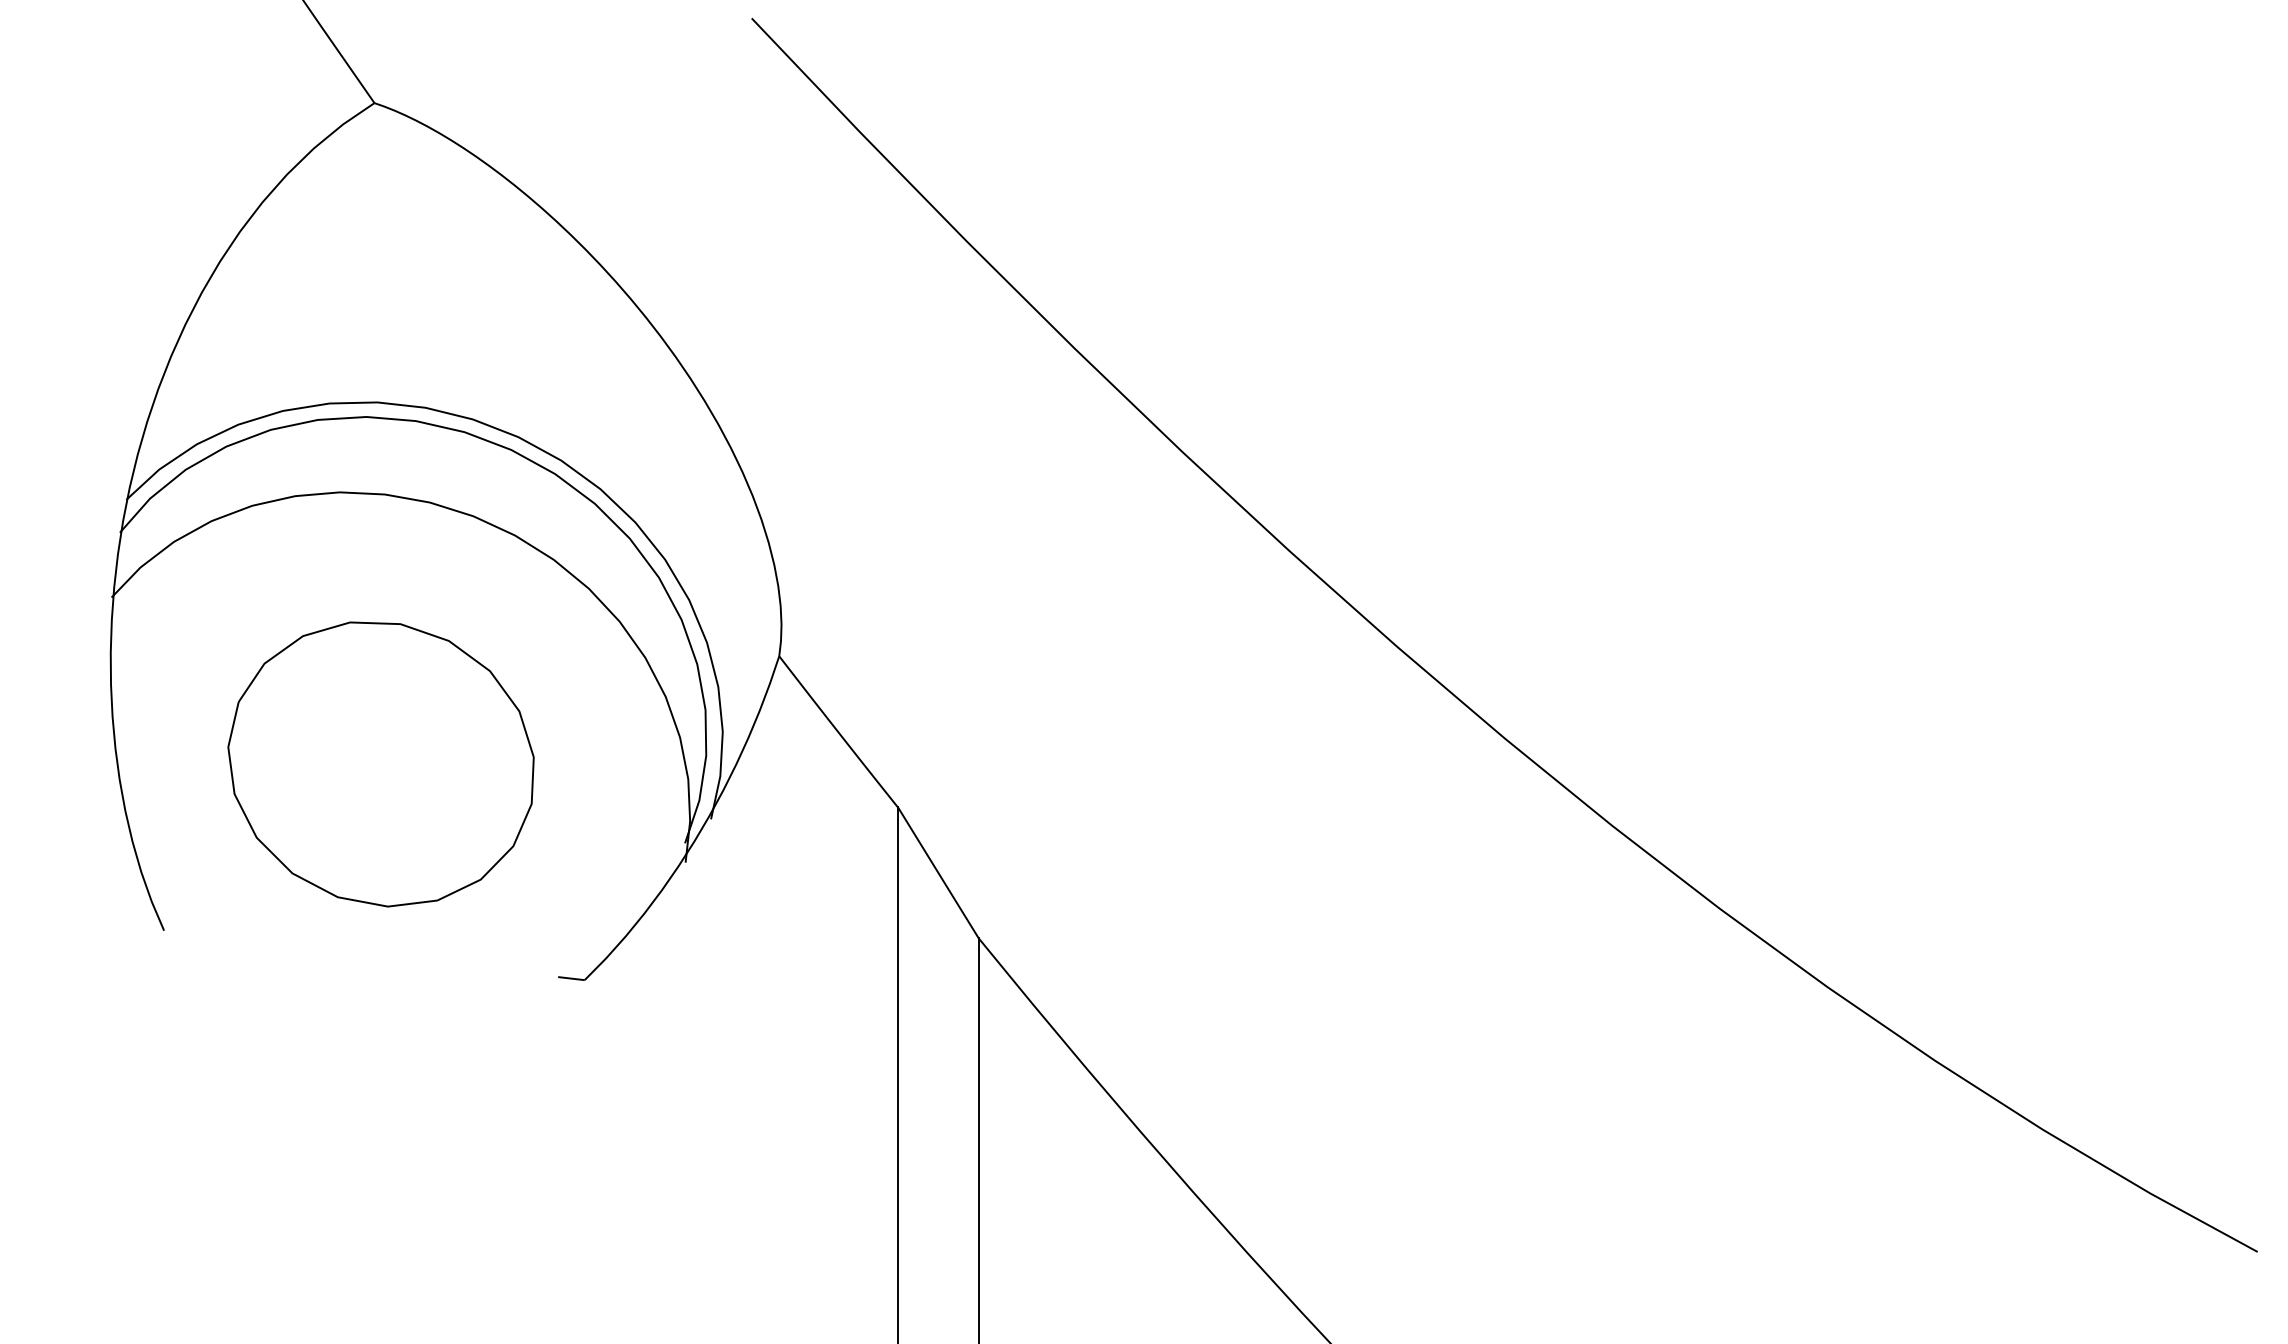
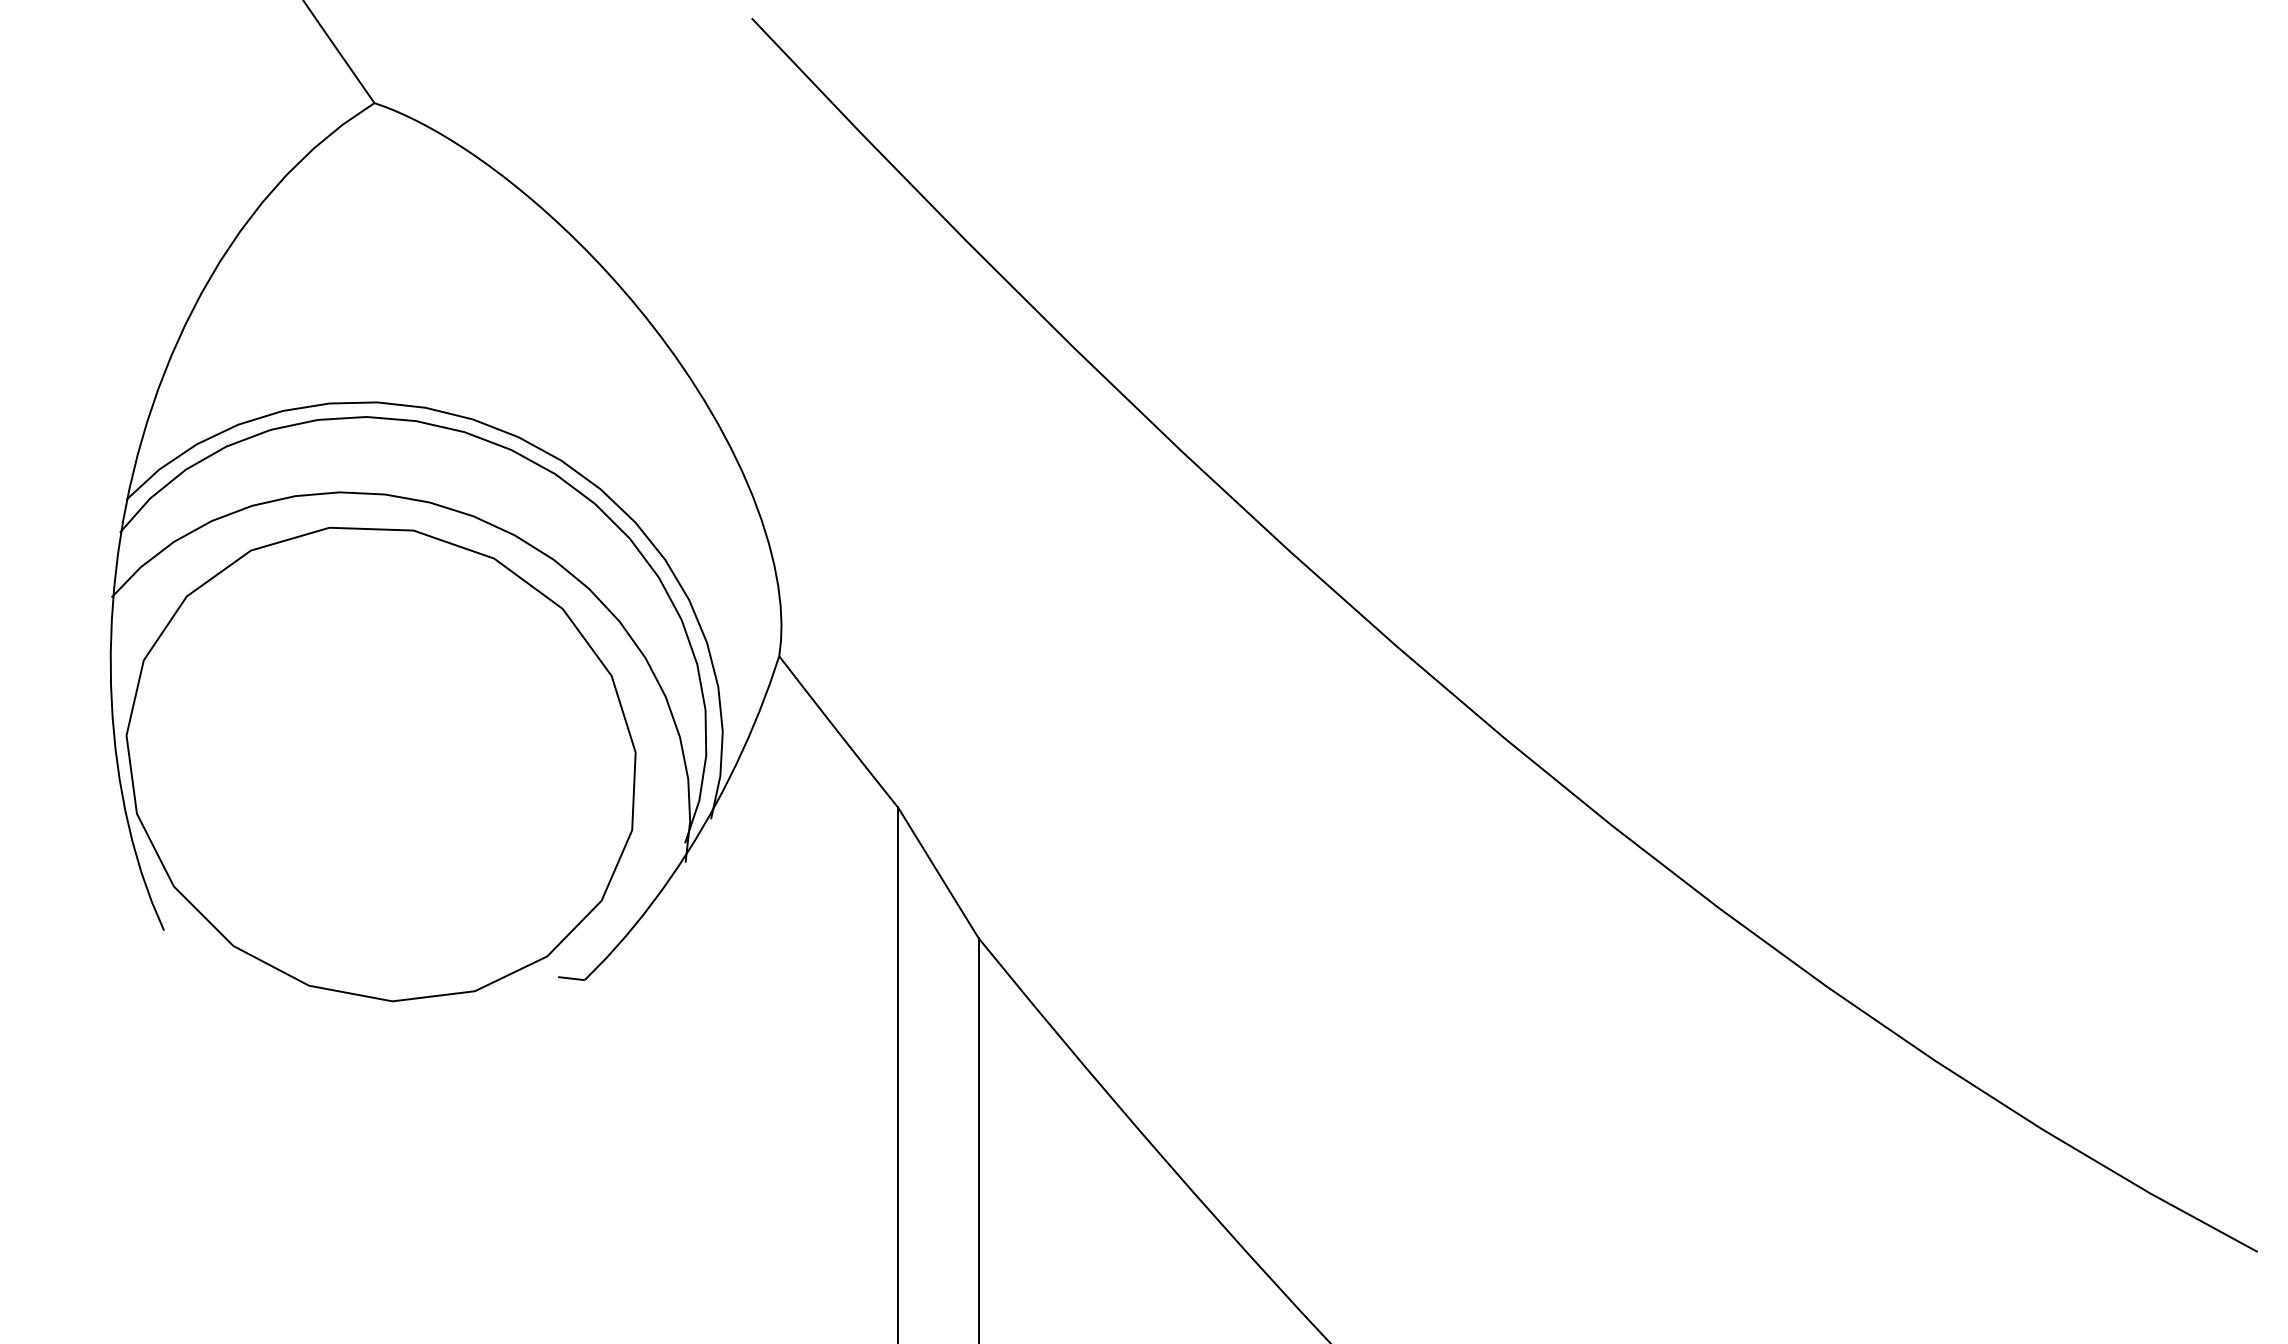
part at (380, 764) size: 308x287 px -> 512x477 px
